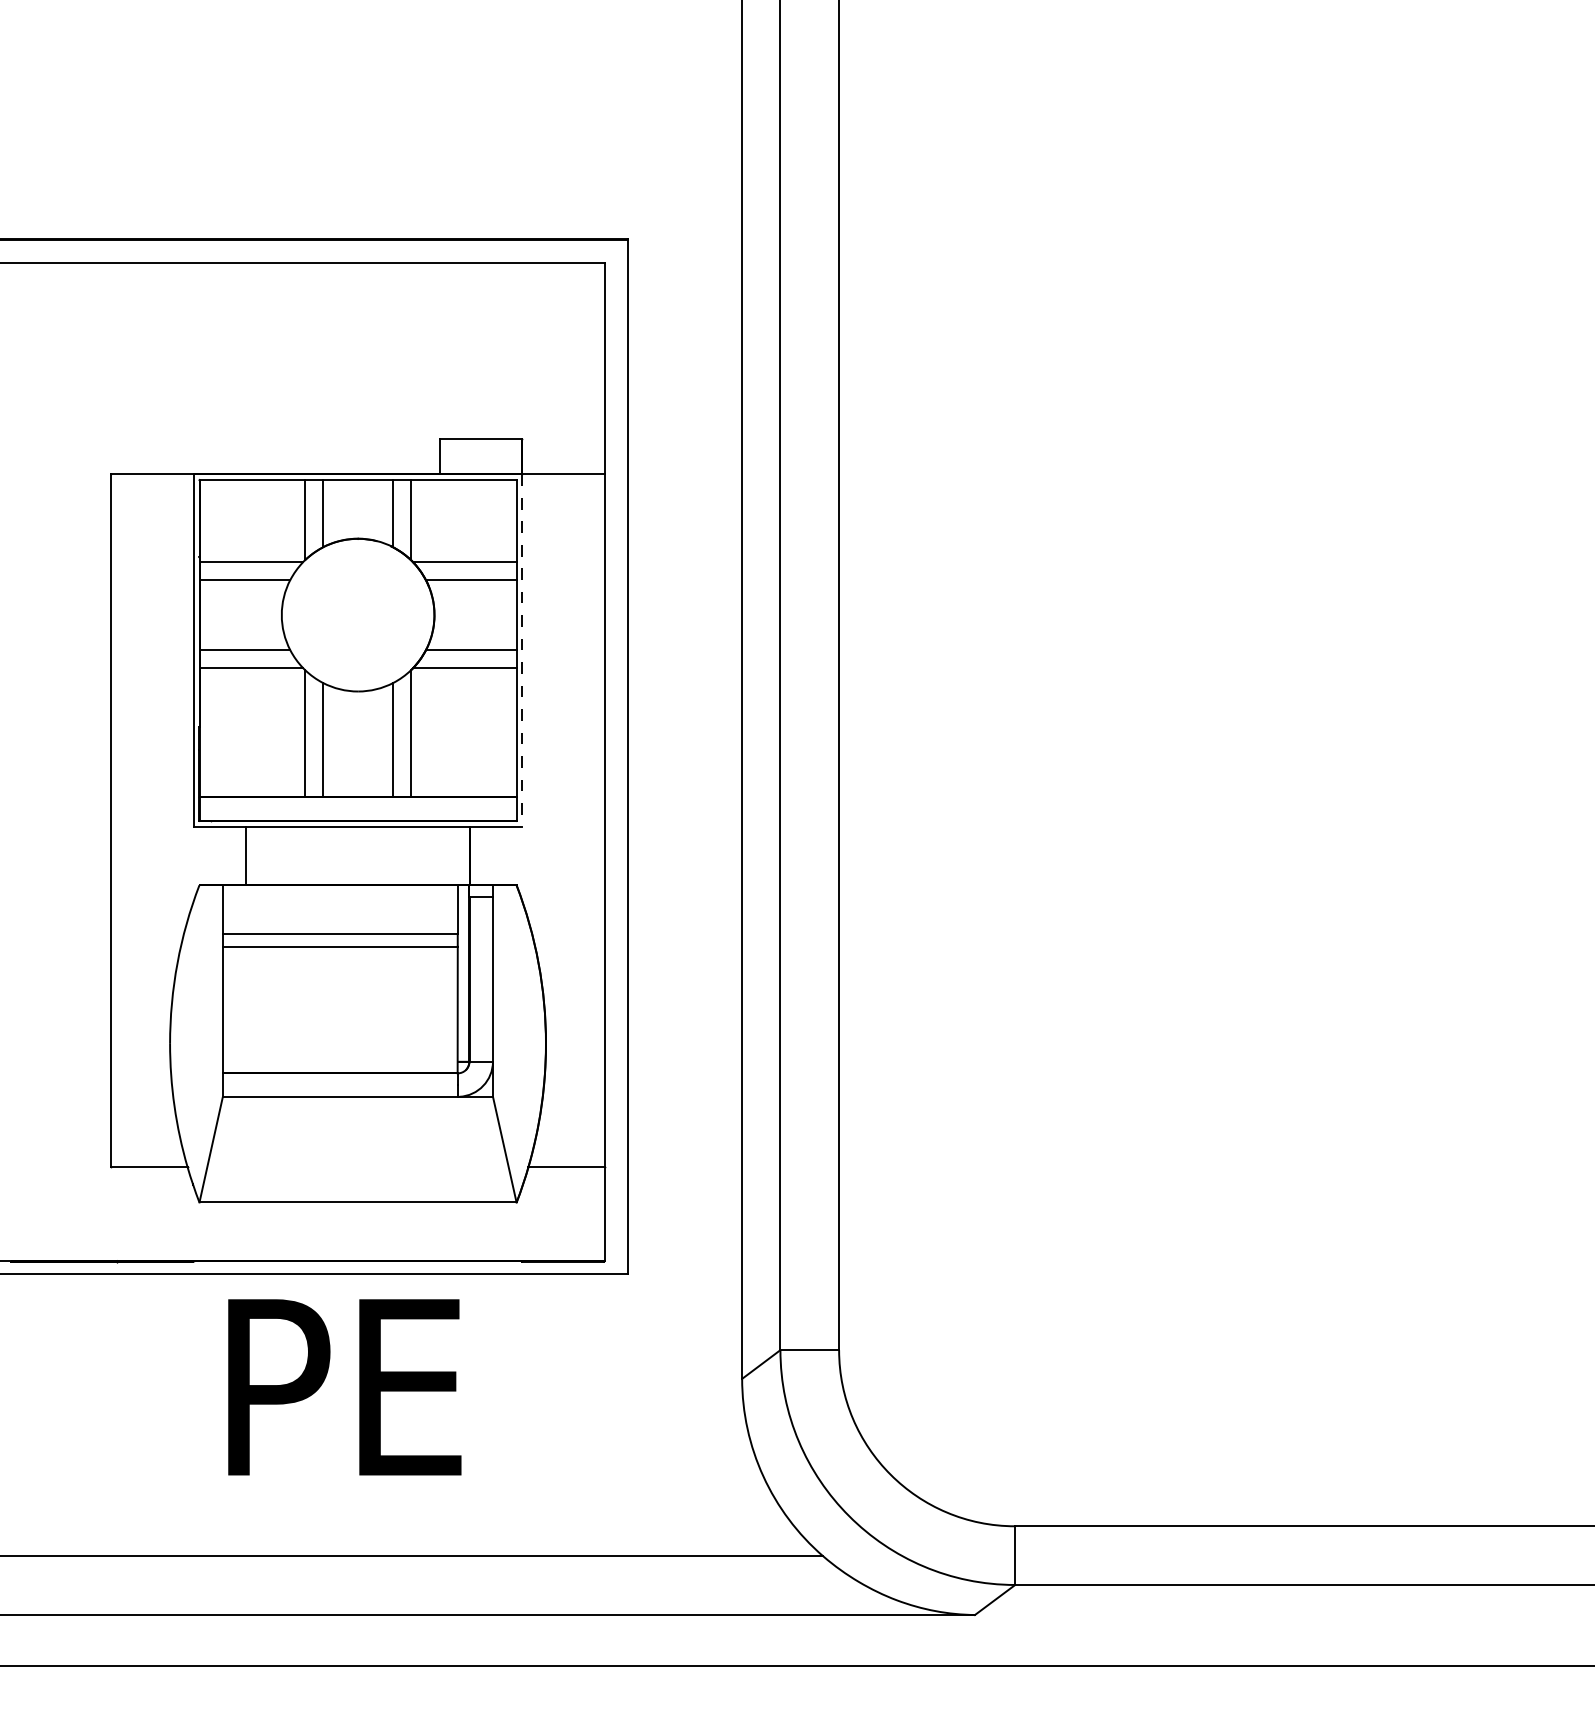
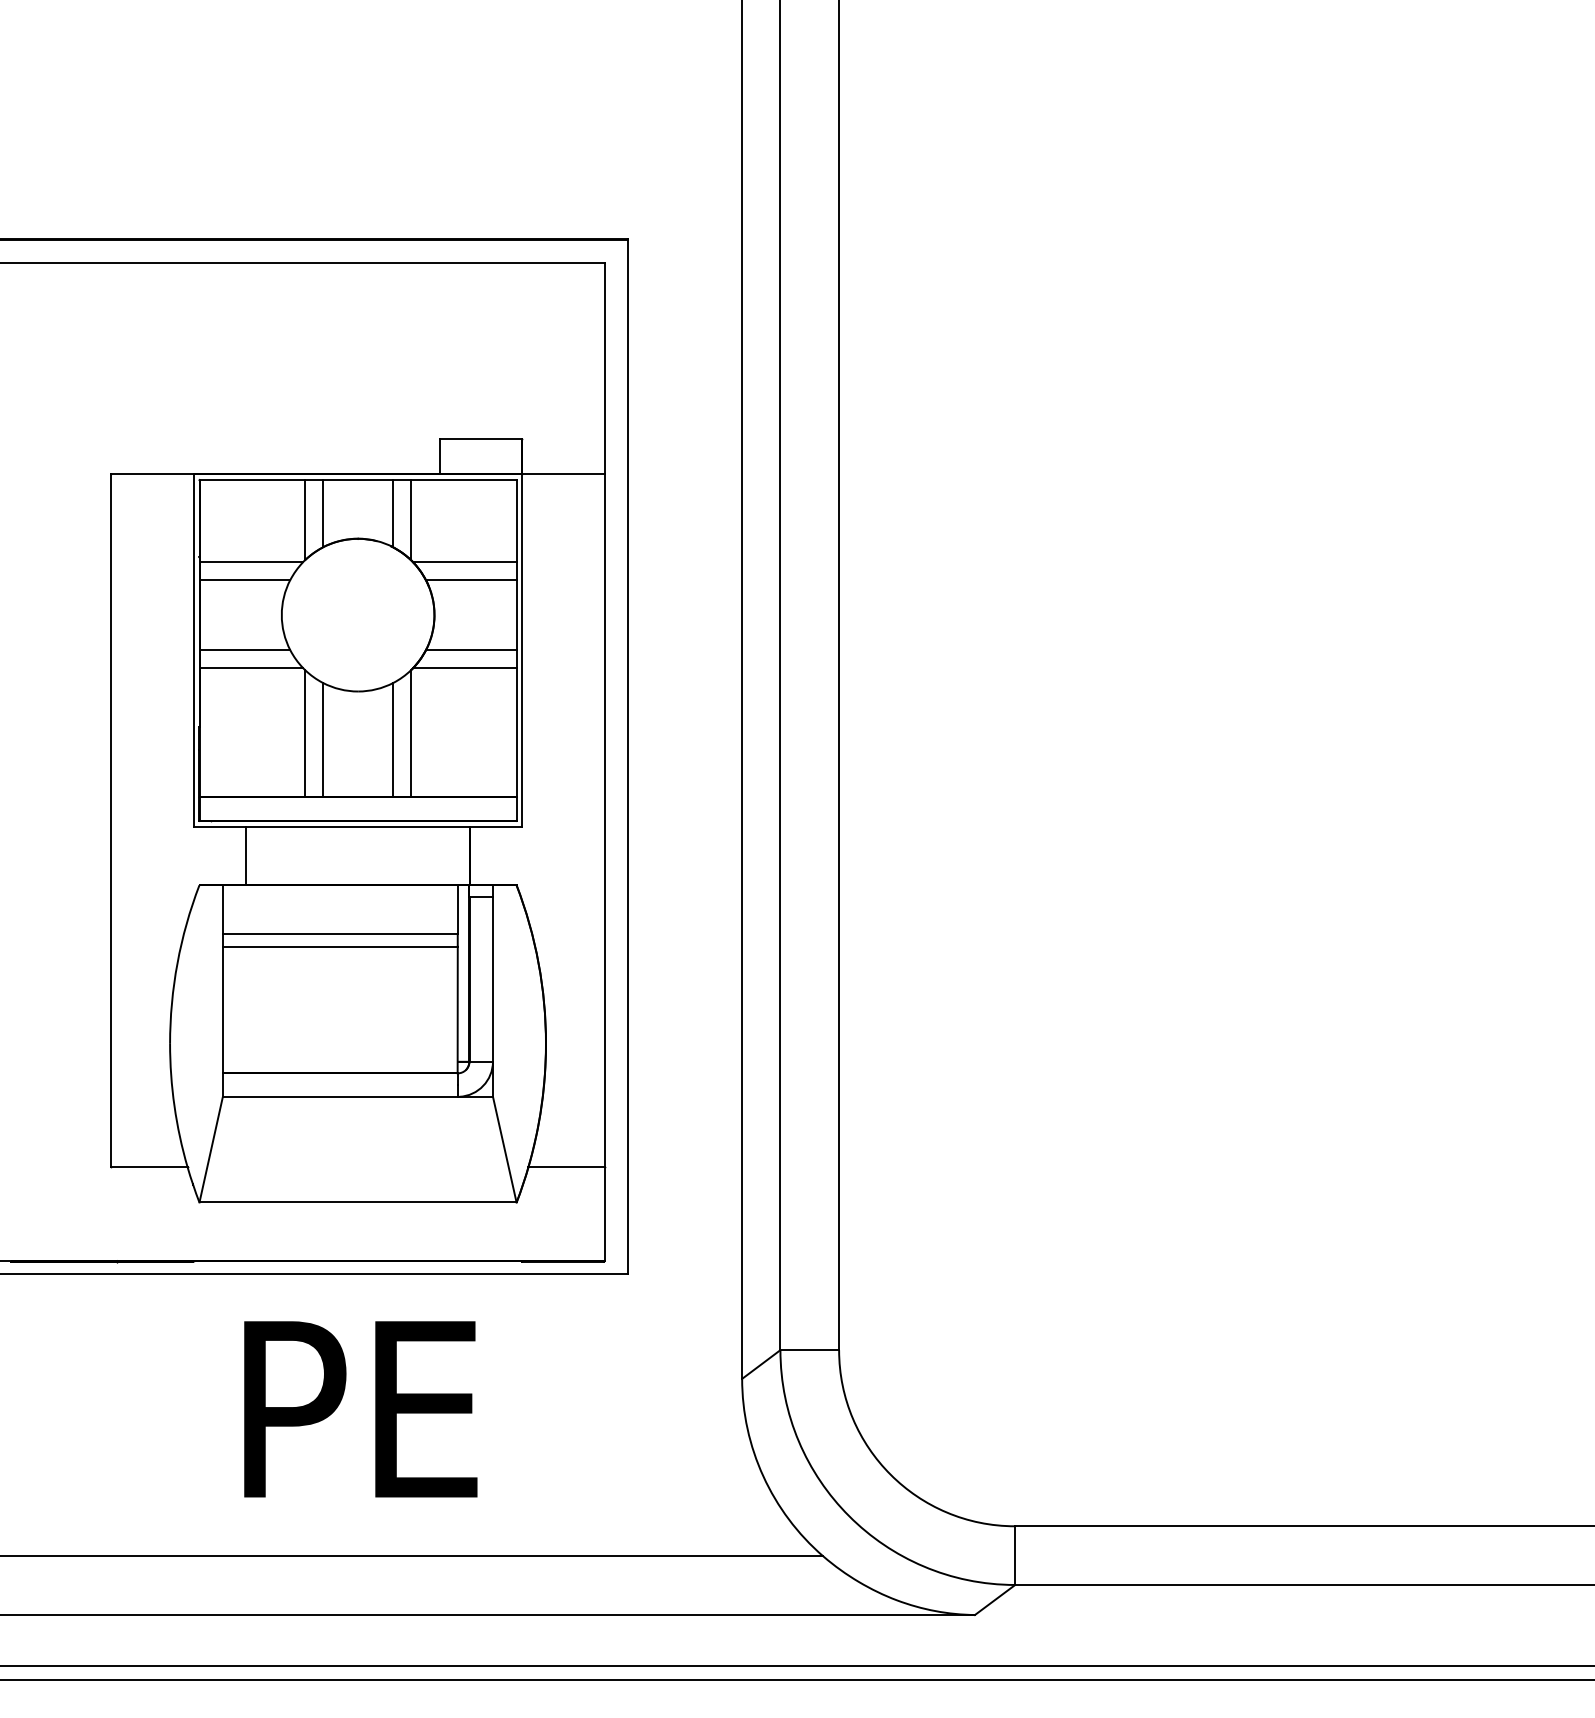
line at (522, 650): dashed -> solid
text at (344, 1387) position: (344, 1387) -> (360, 1409)
line at (796, 1679): none -> present
